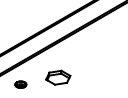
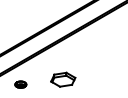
part at (58, 77) position: (58, 77) -> (63, 79)
